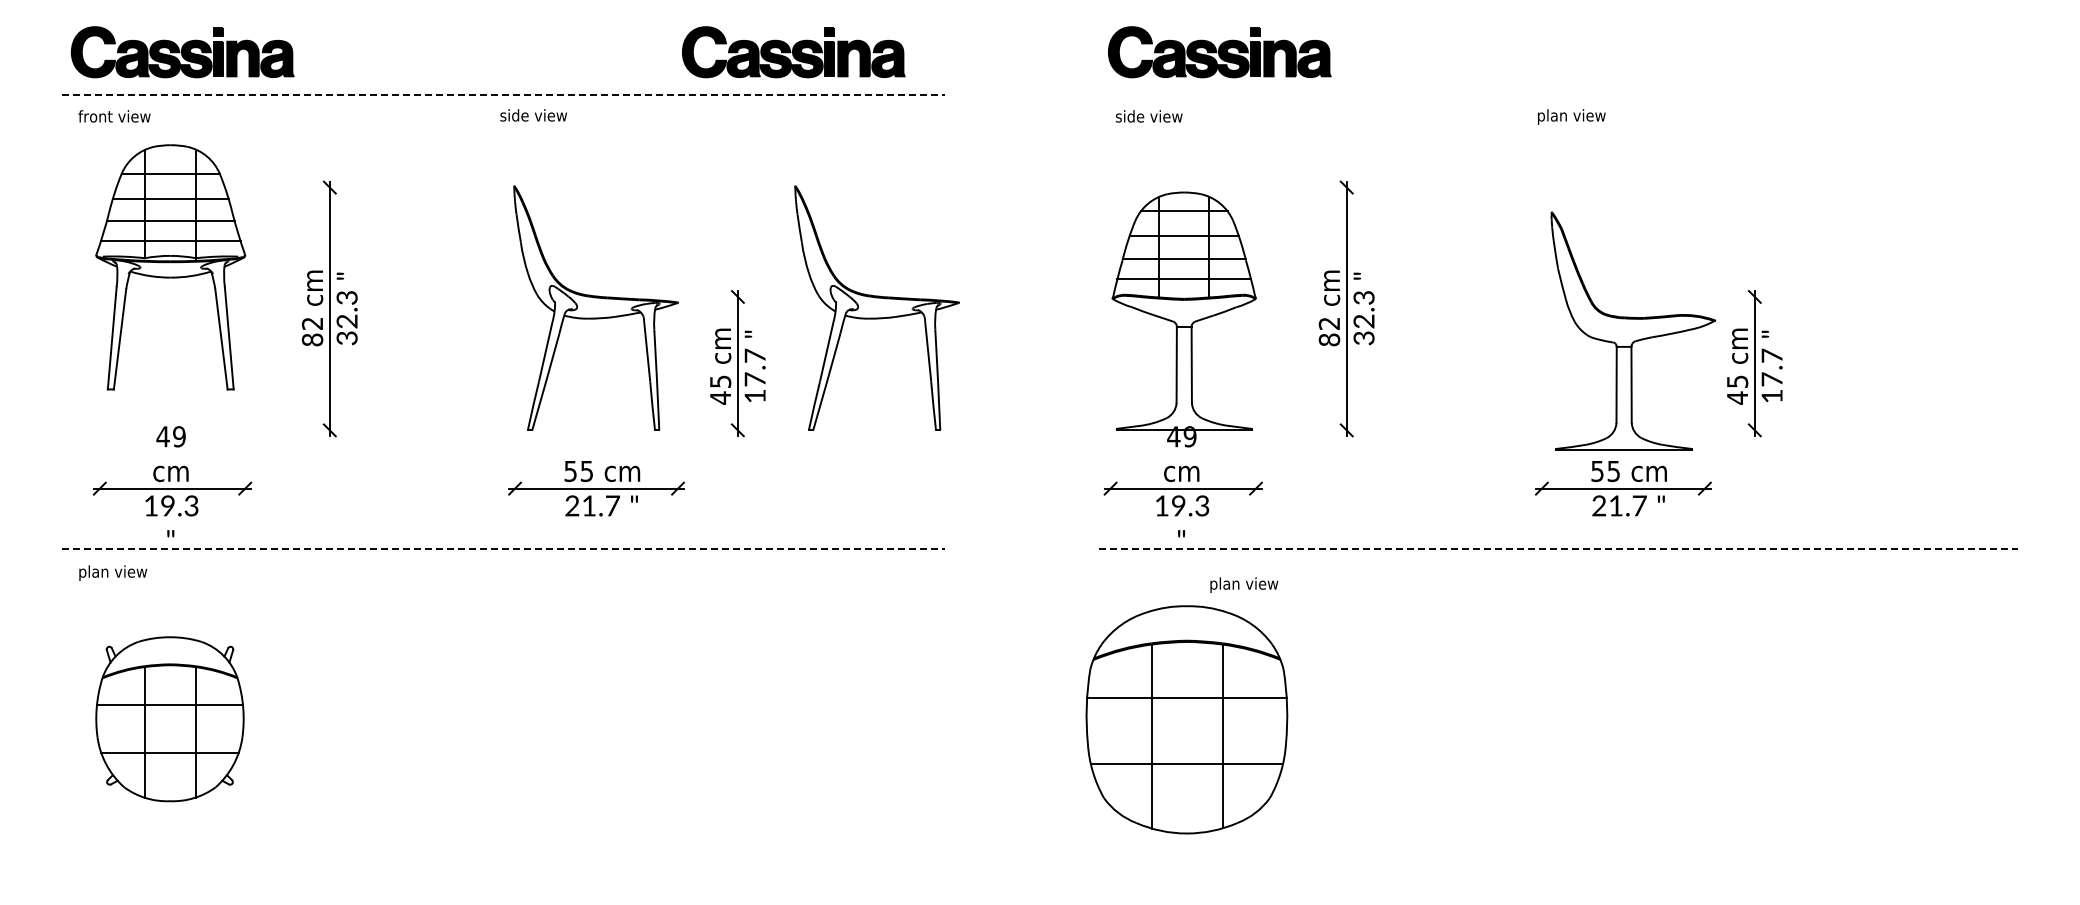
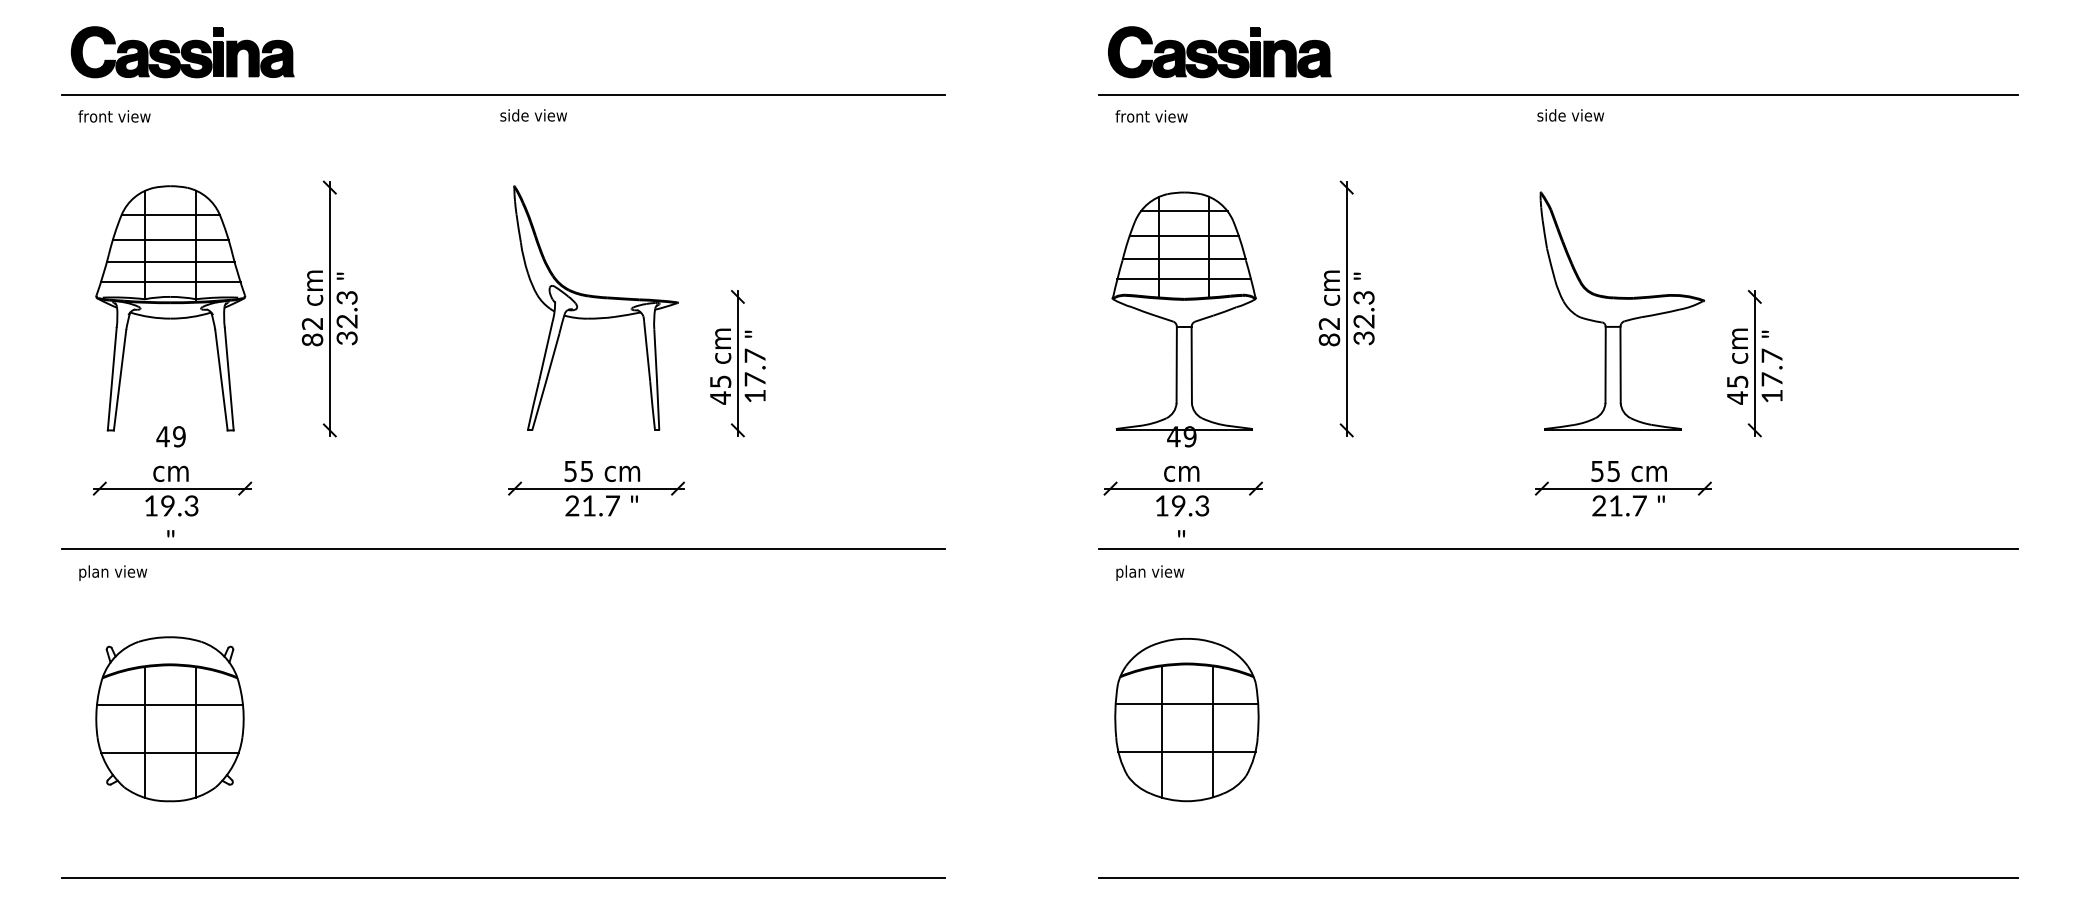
part at (793, 52): present -> none
line at (504, 94): dashed -> solid
line at (1558, 94): none -> present
text at (1151, 116): side view -> front view
text at (1571, 116): plan view -> side view
part at (170, 267) position: (170, 267) -> (170, 308)
part at (876, 307): present -> none
part at (1633, 330) position: (1633, 330) -> (1622, 310)
line at (504, 549): dashed -> solid
line at (1559, 549): dashed -> solid
text at (1244, 584) position: (1244, 584) -> (1150, 572)
part at (1186, 719) size: 204x230 px -> 146x165 px
line at (503, 877): none -> present
line at (1558, 877): none -> present
